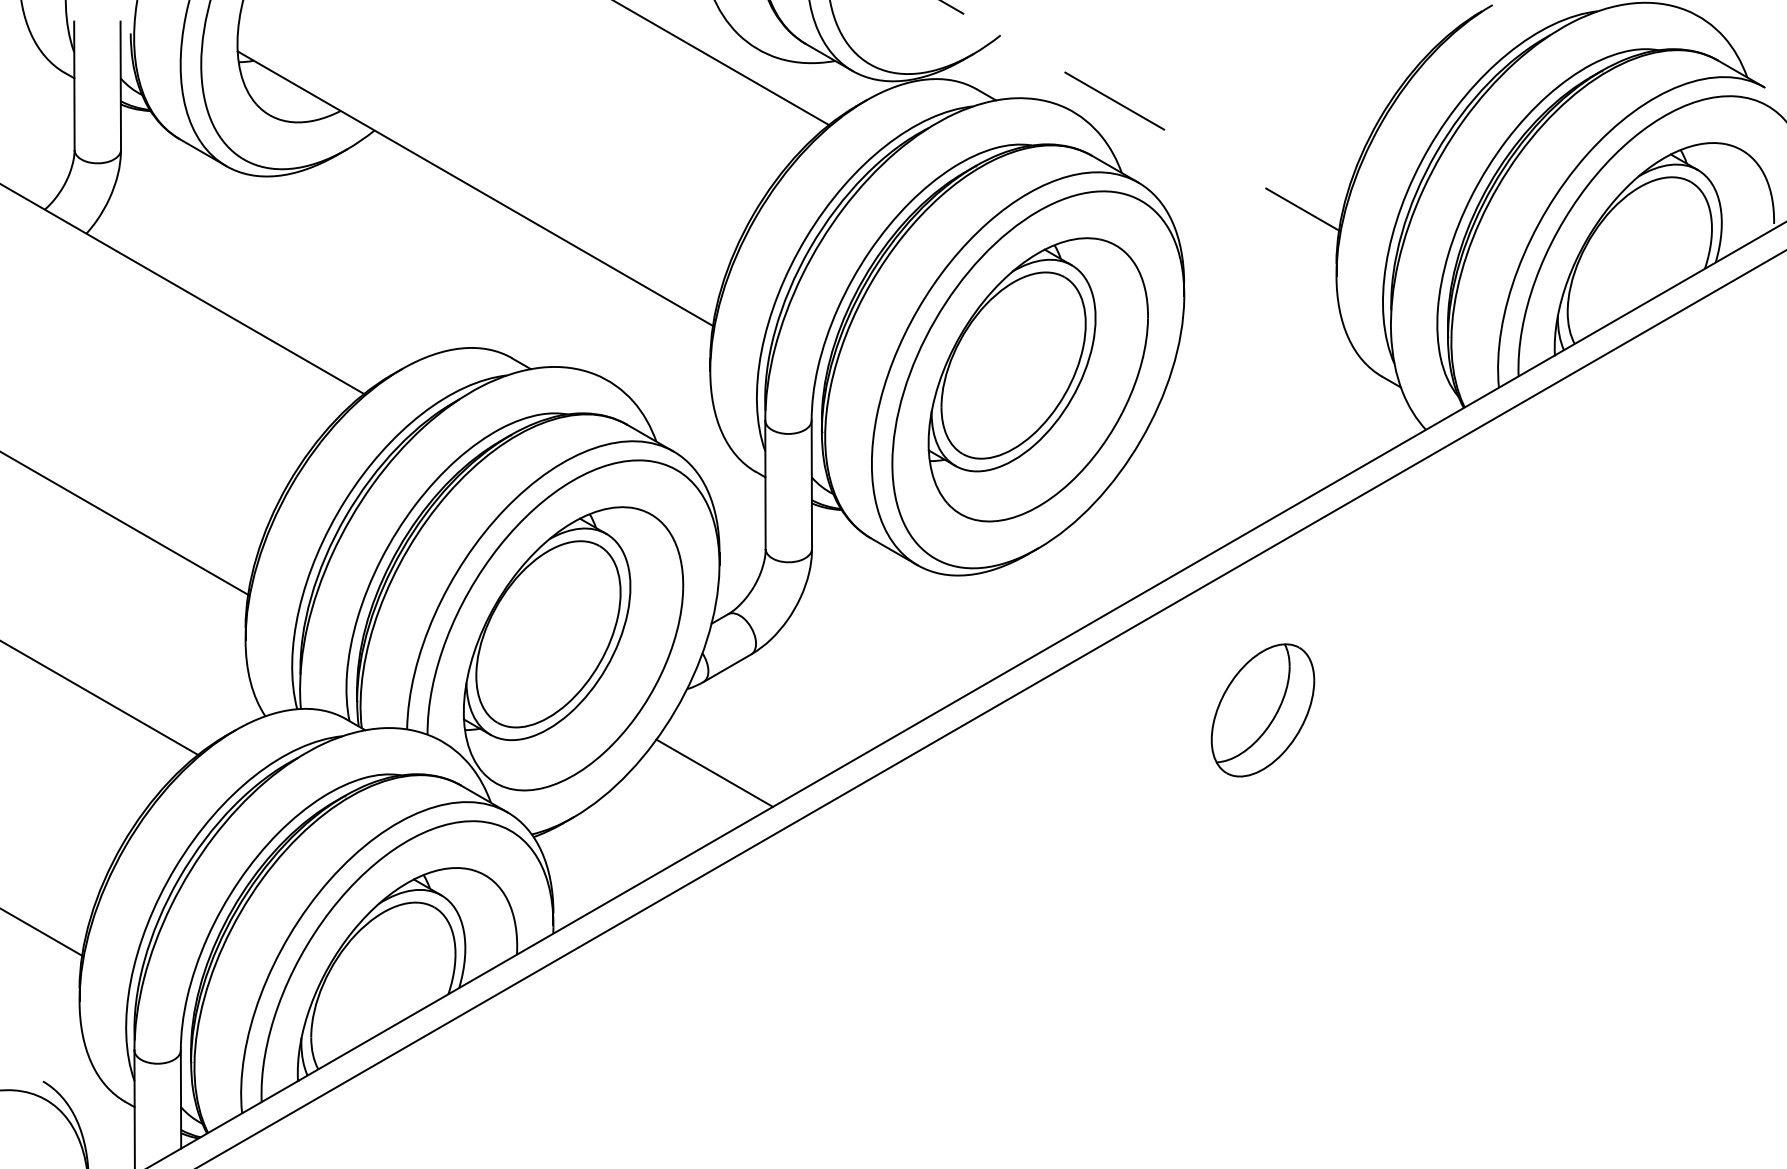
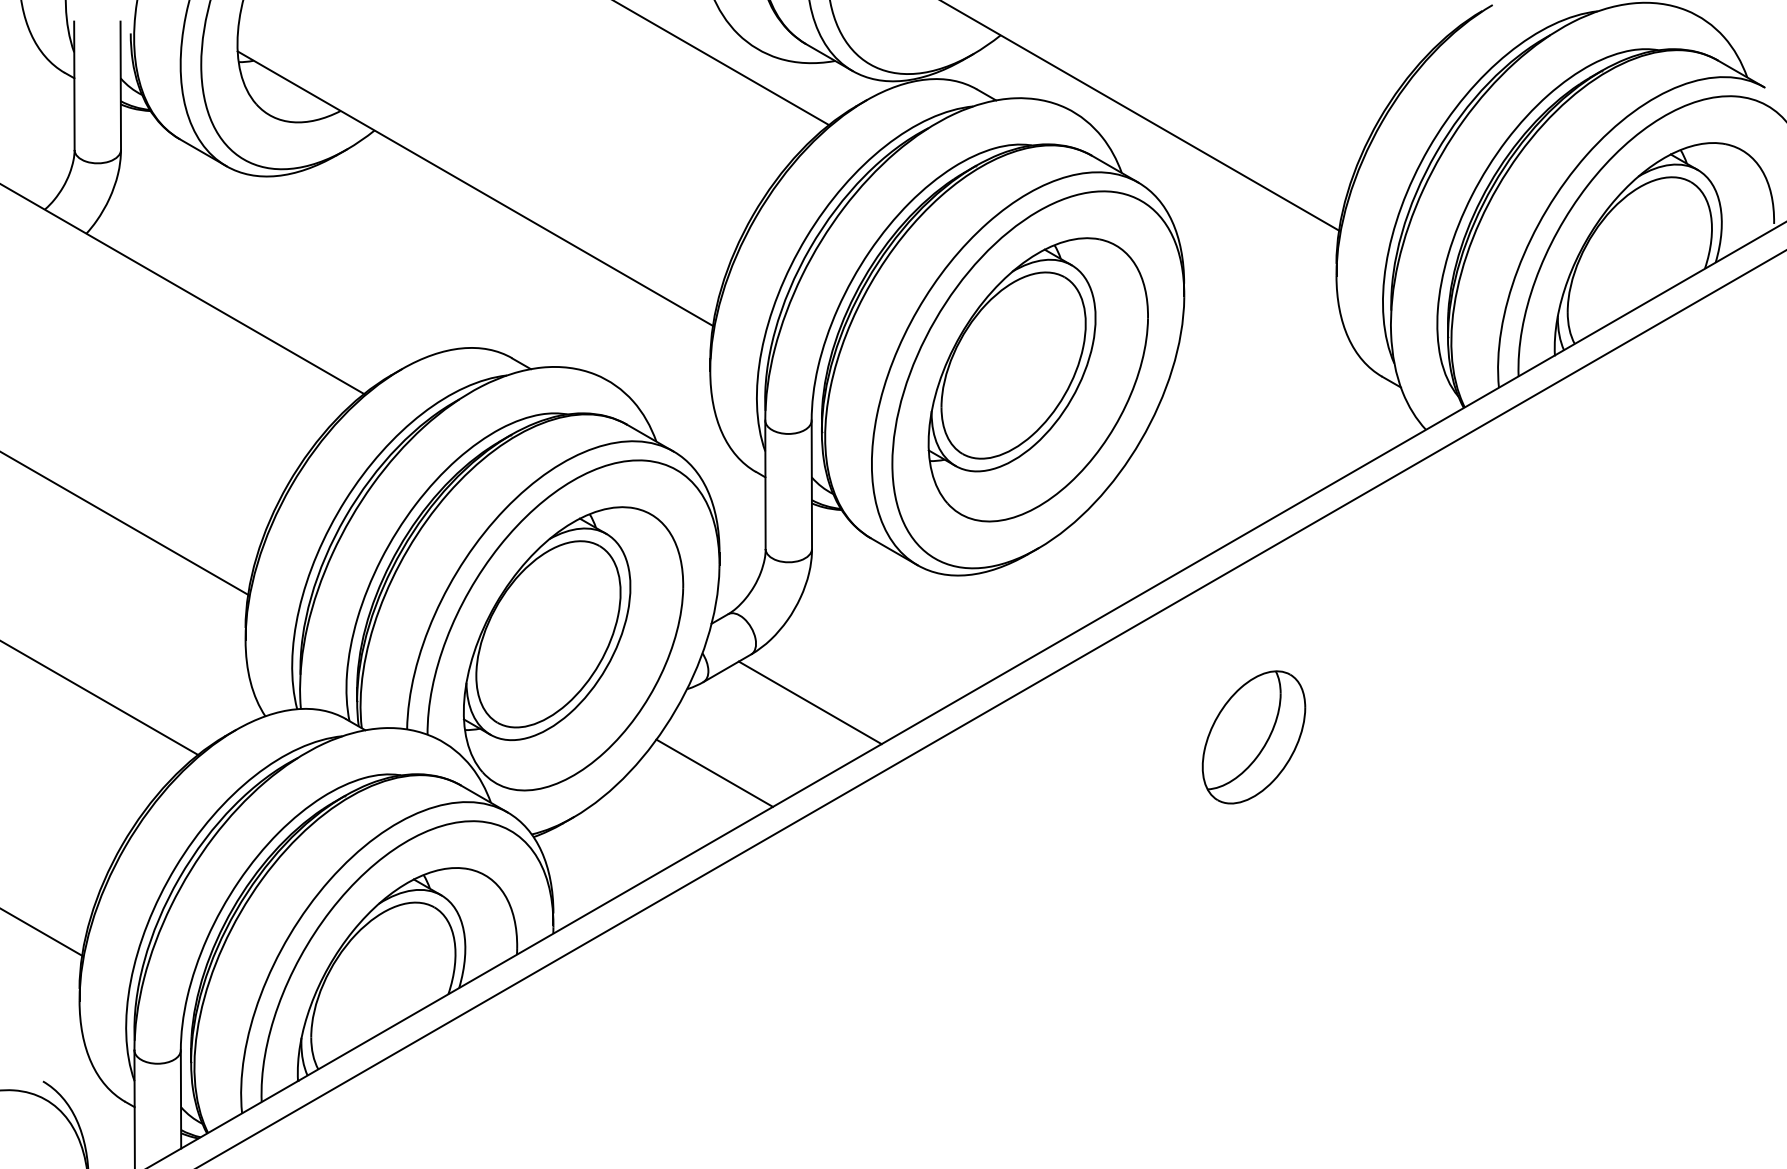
line at (1139, 115): dashed -> solid
line at (809, 702): none -> present
part at (1262, 710) position: (1262, 710) -> (1253, 737)
